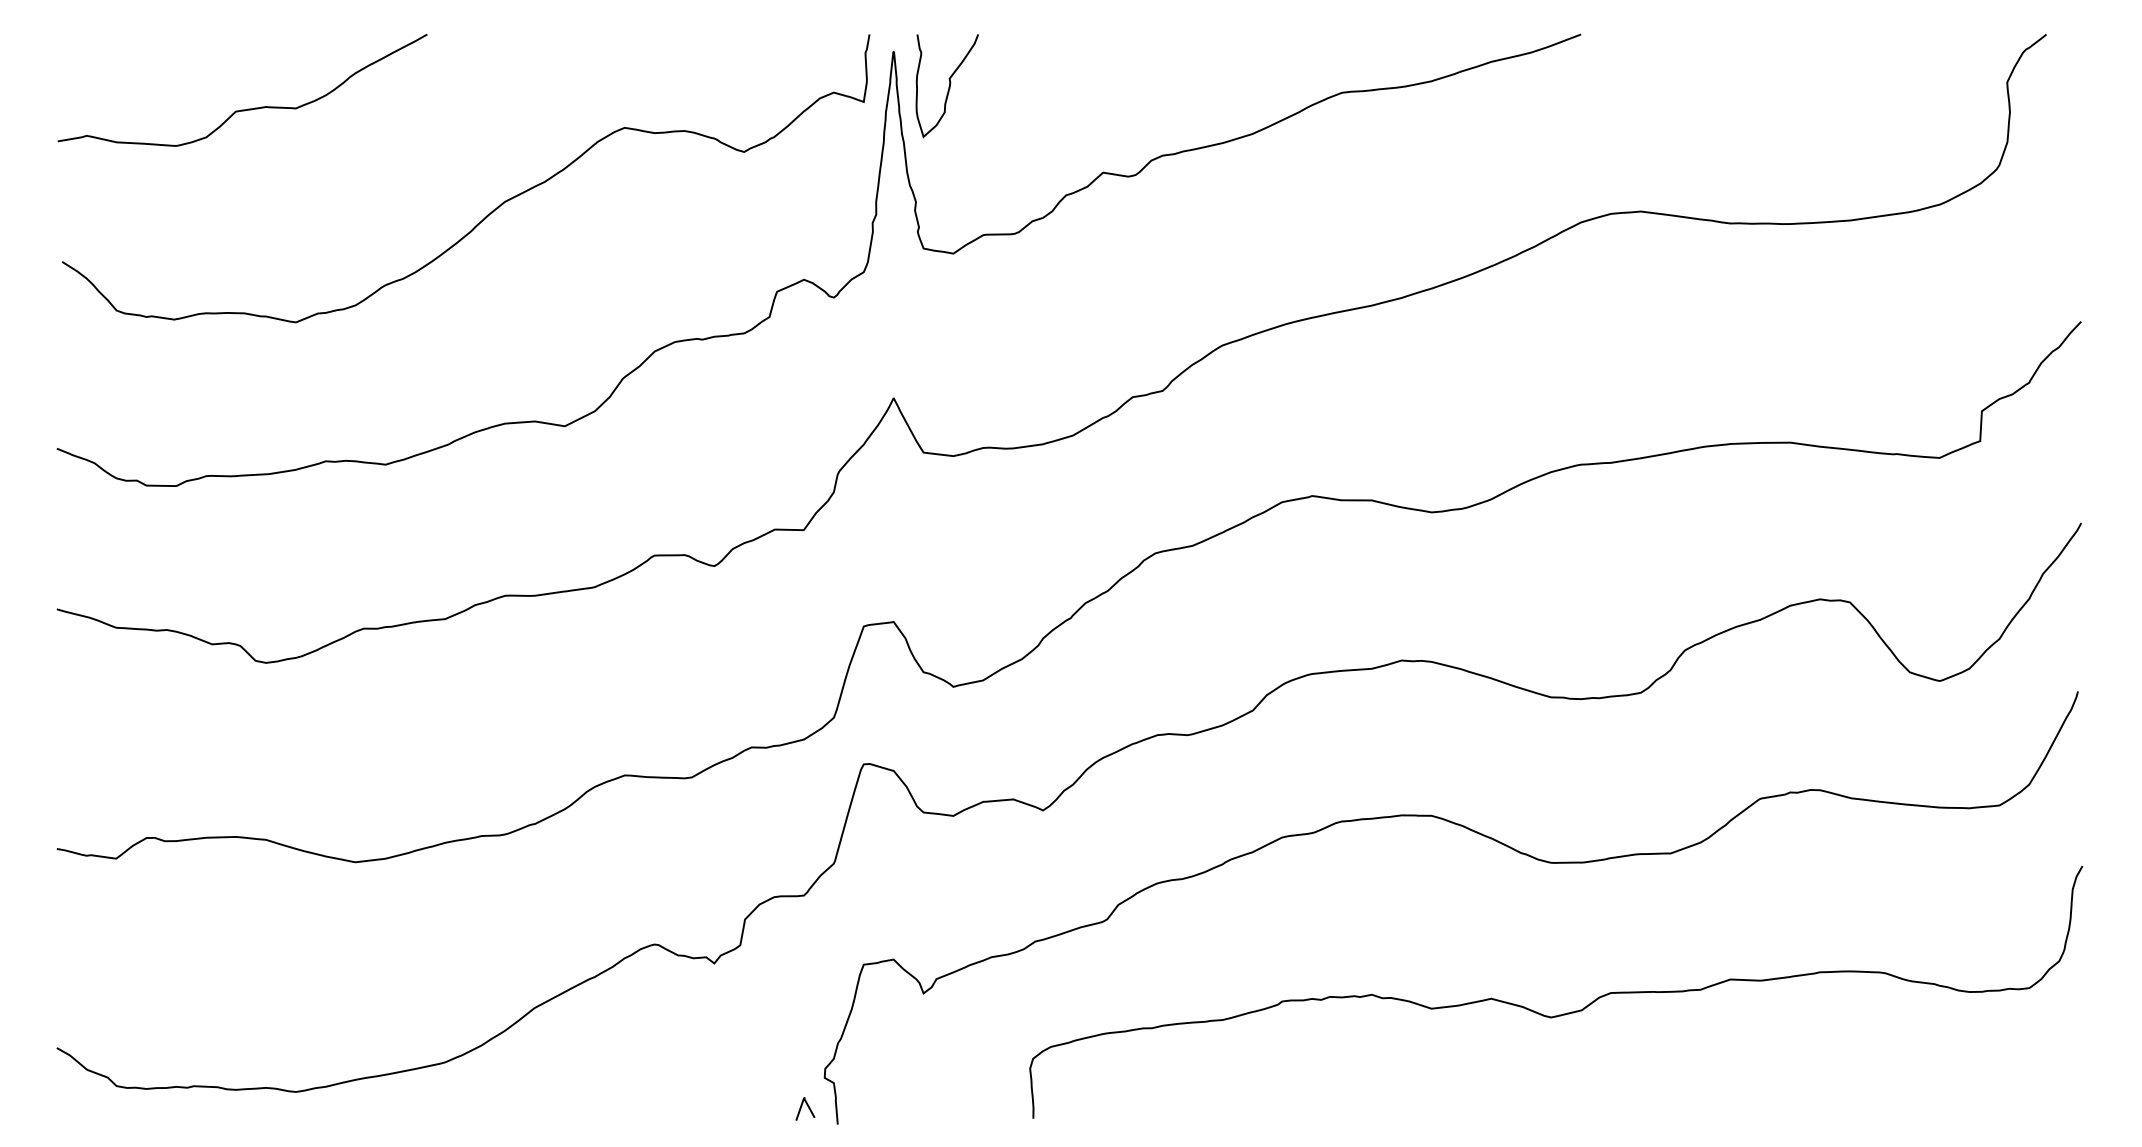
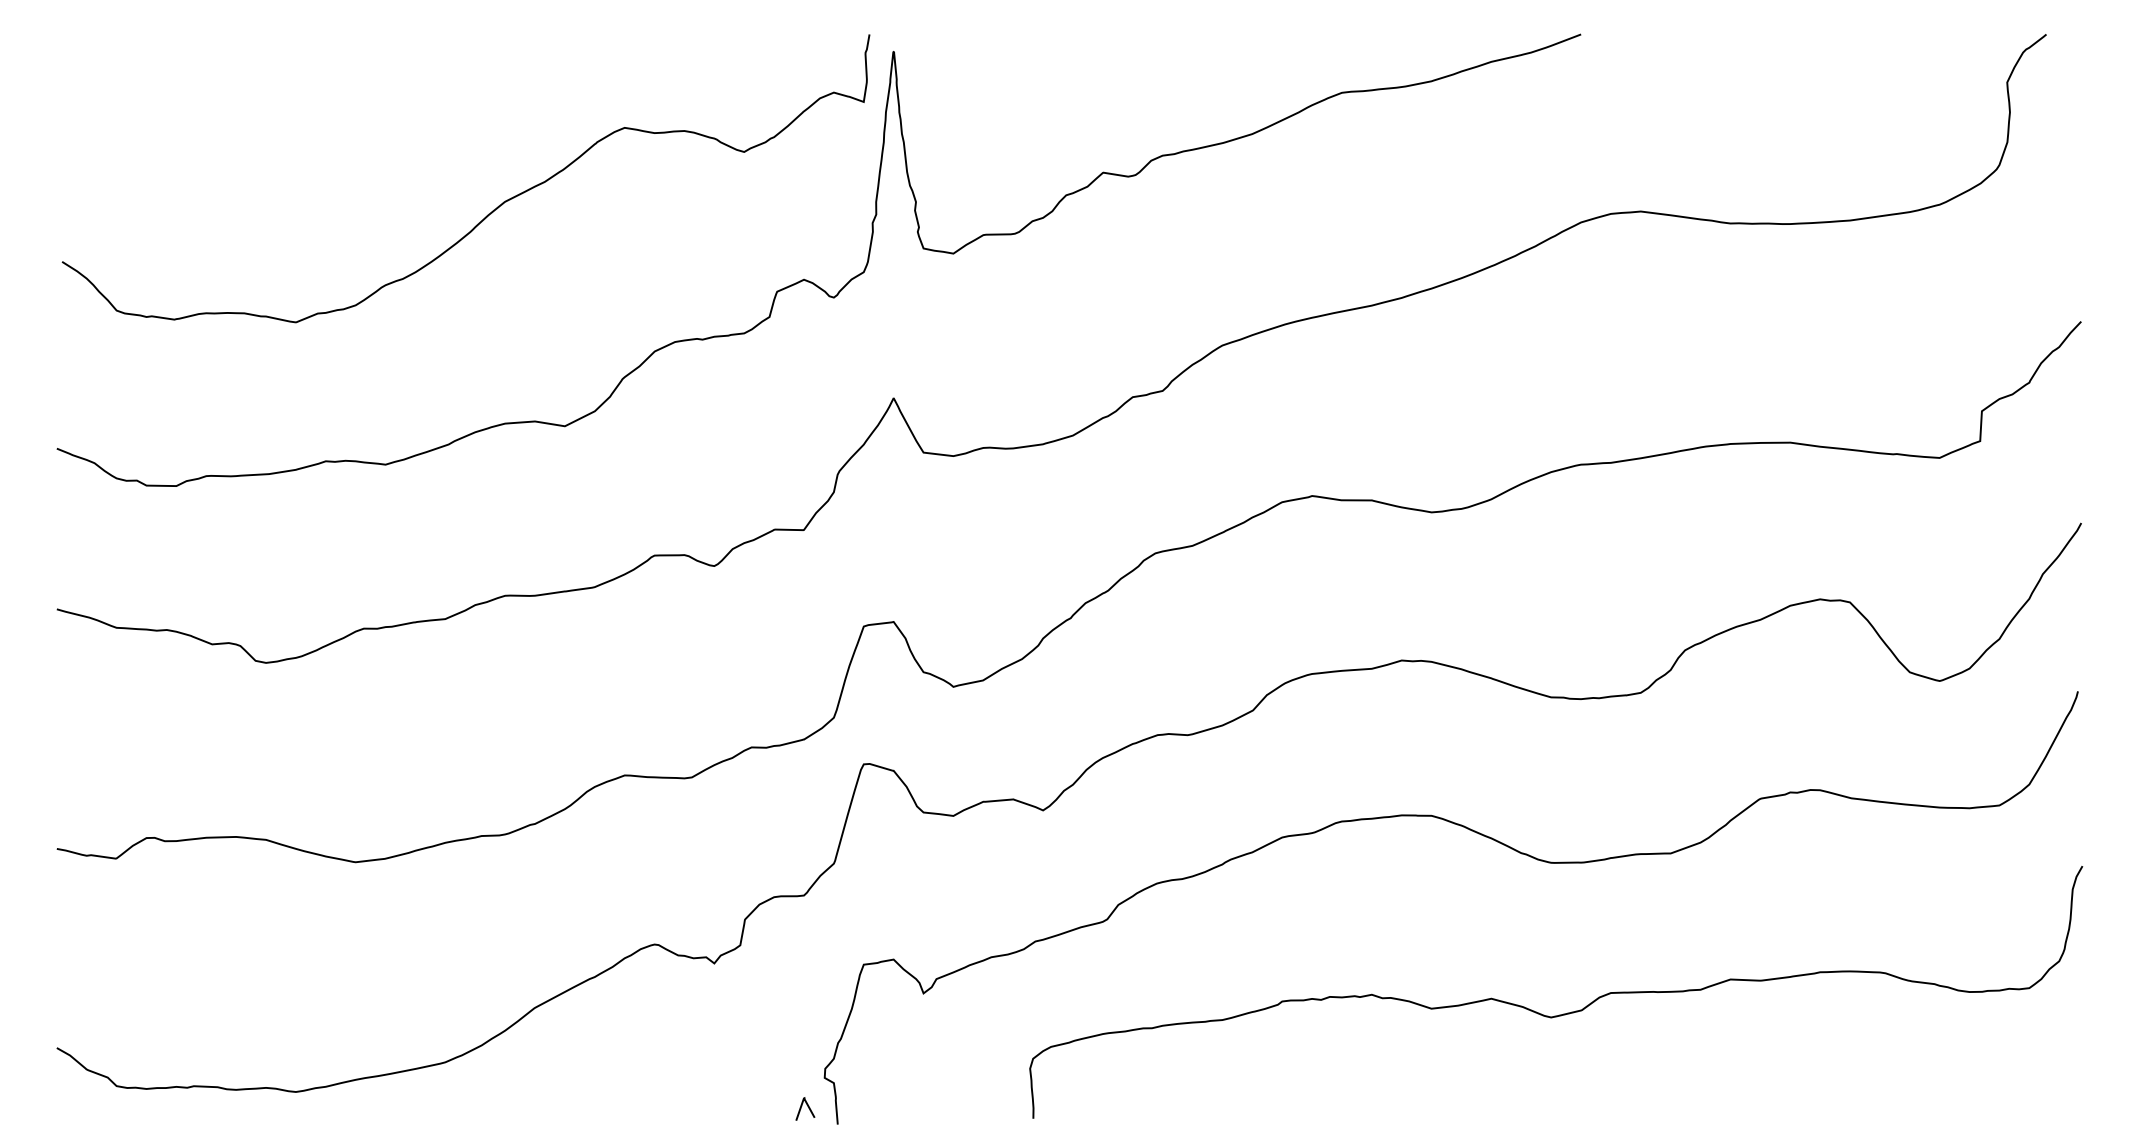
curve at (948, 86): present -> none
curve at (248, 108): present -> none
